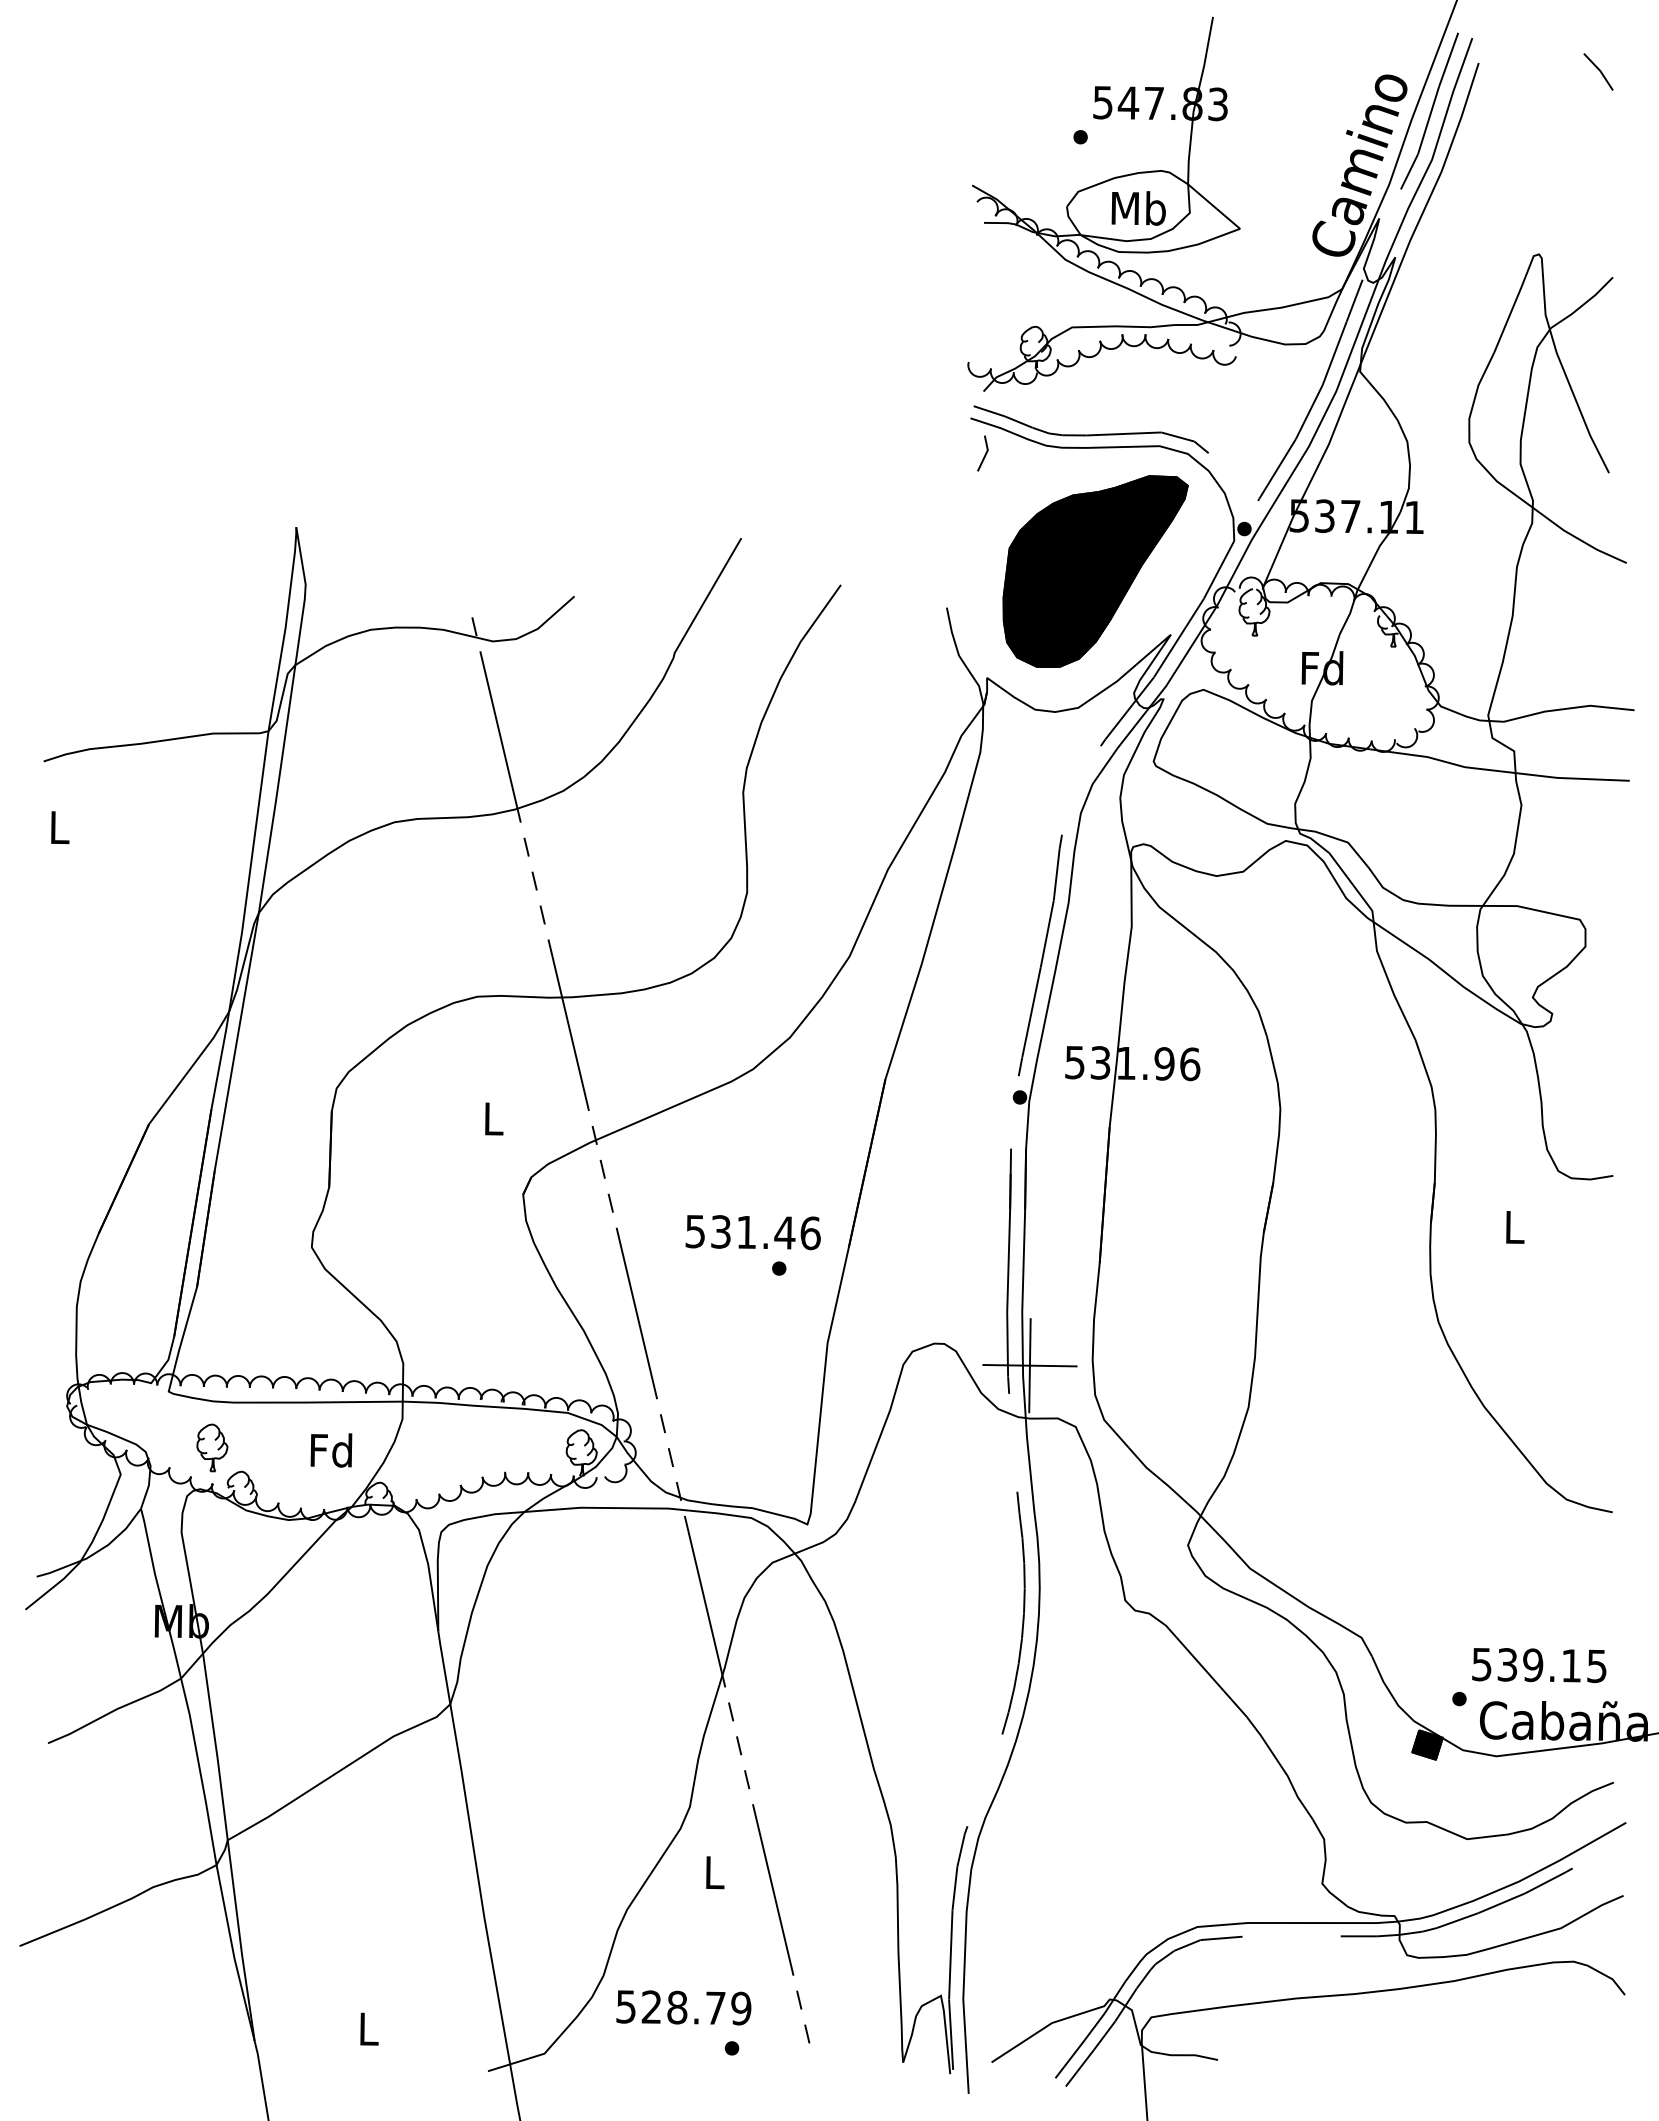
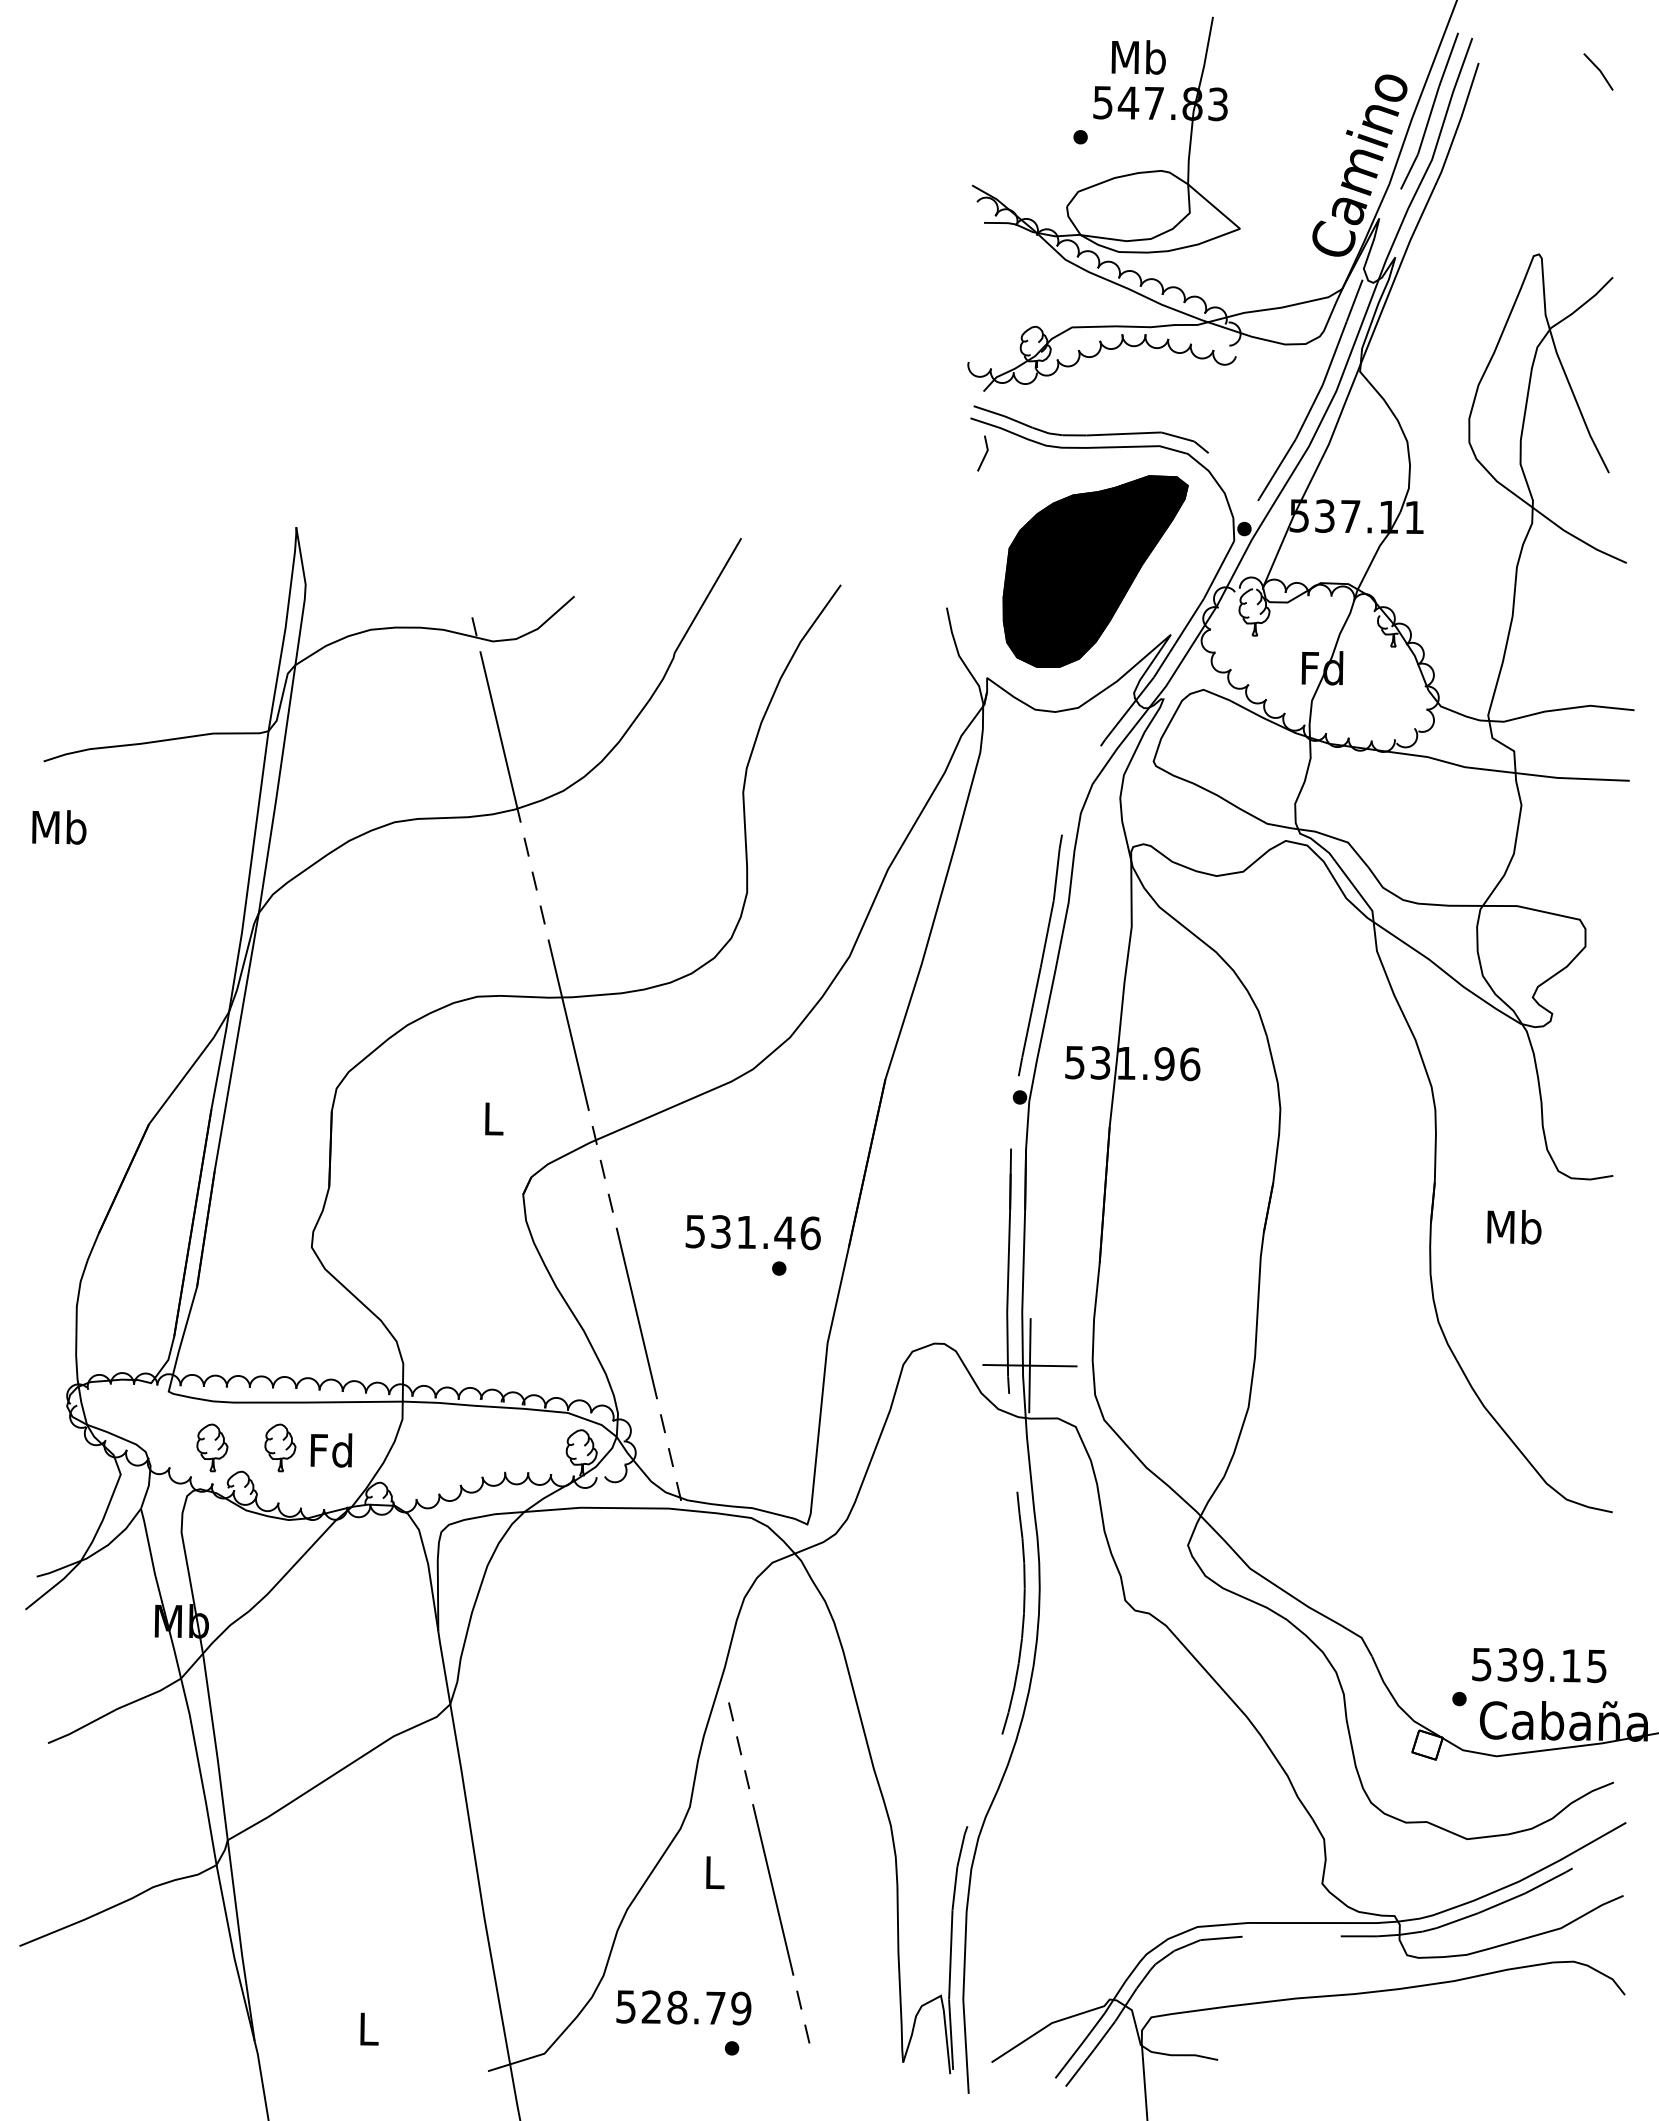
text at (1138, 208) position: (1138, 208) -> (1138, 57)
text at (59, 827): L -> Mb
text at (1514, 1227): L -> Mb
part at (280, 1447): none -> present
line at (705, 1601): present -> none
fill at (1427, 1744): present -> none
